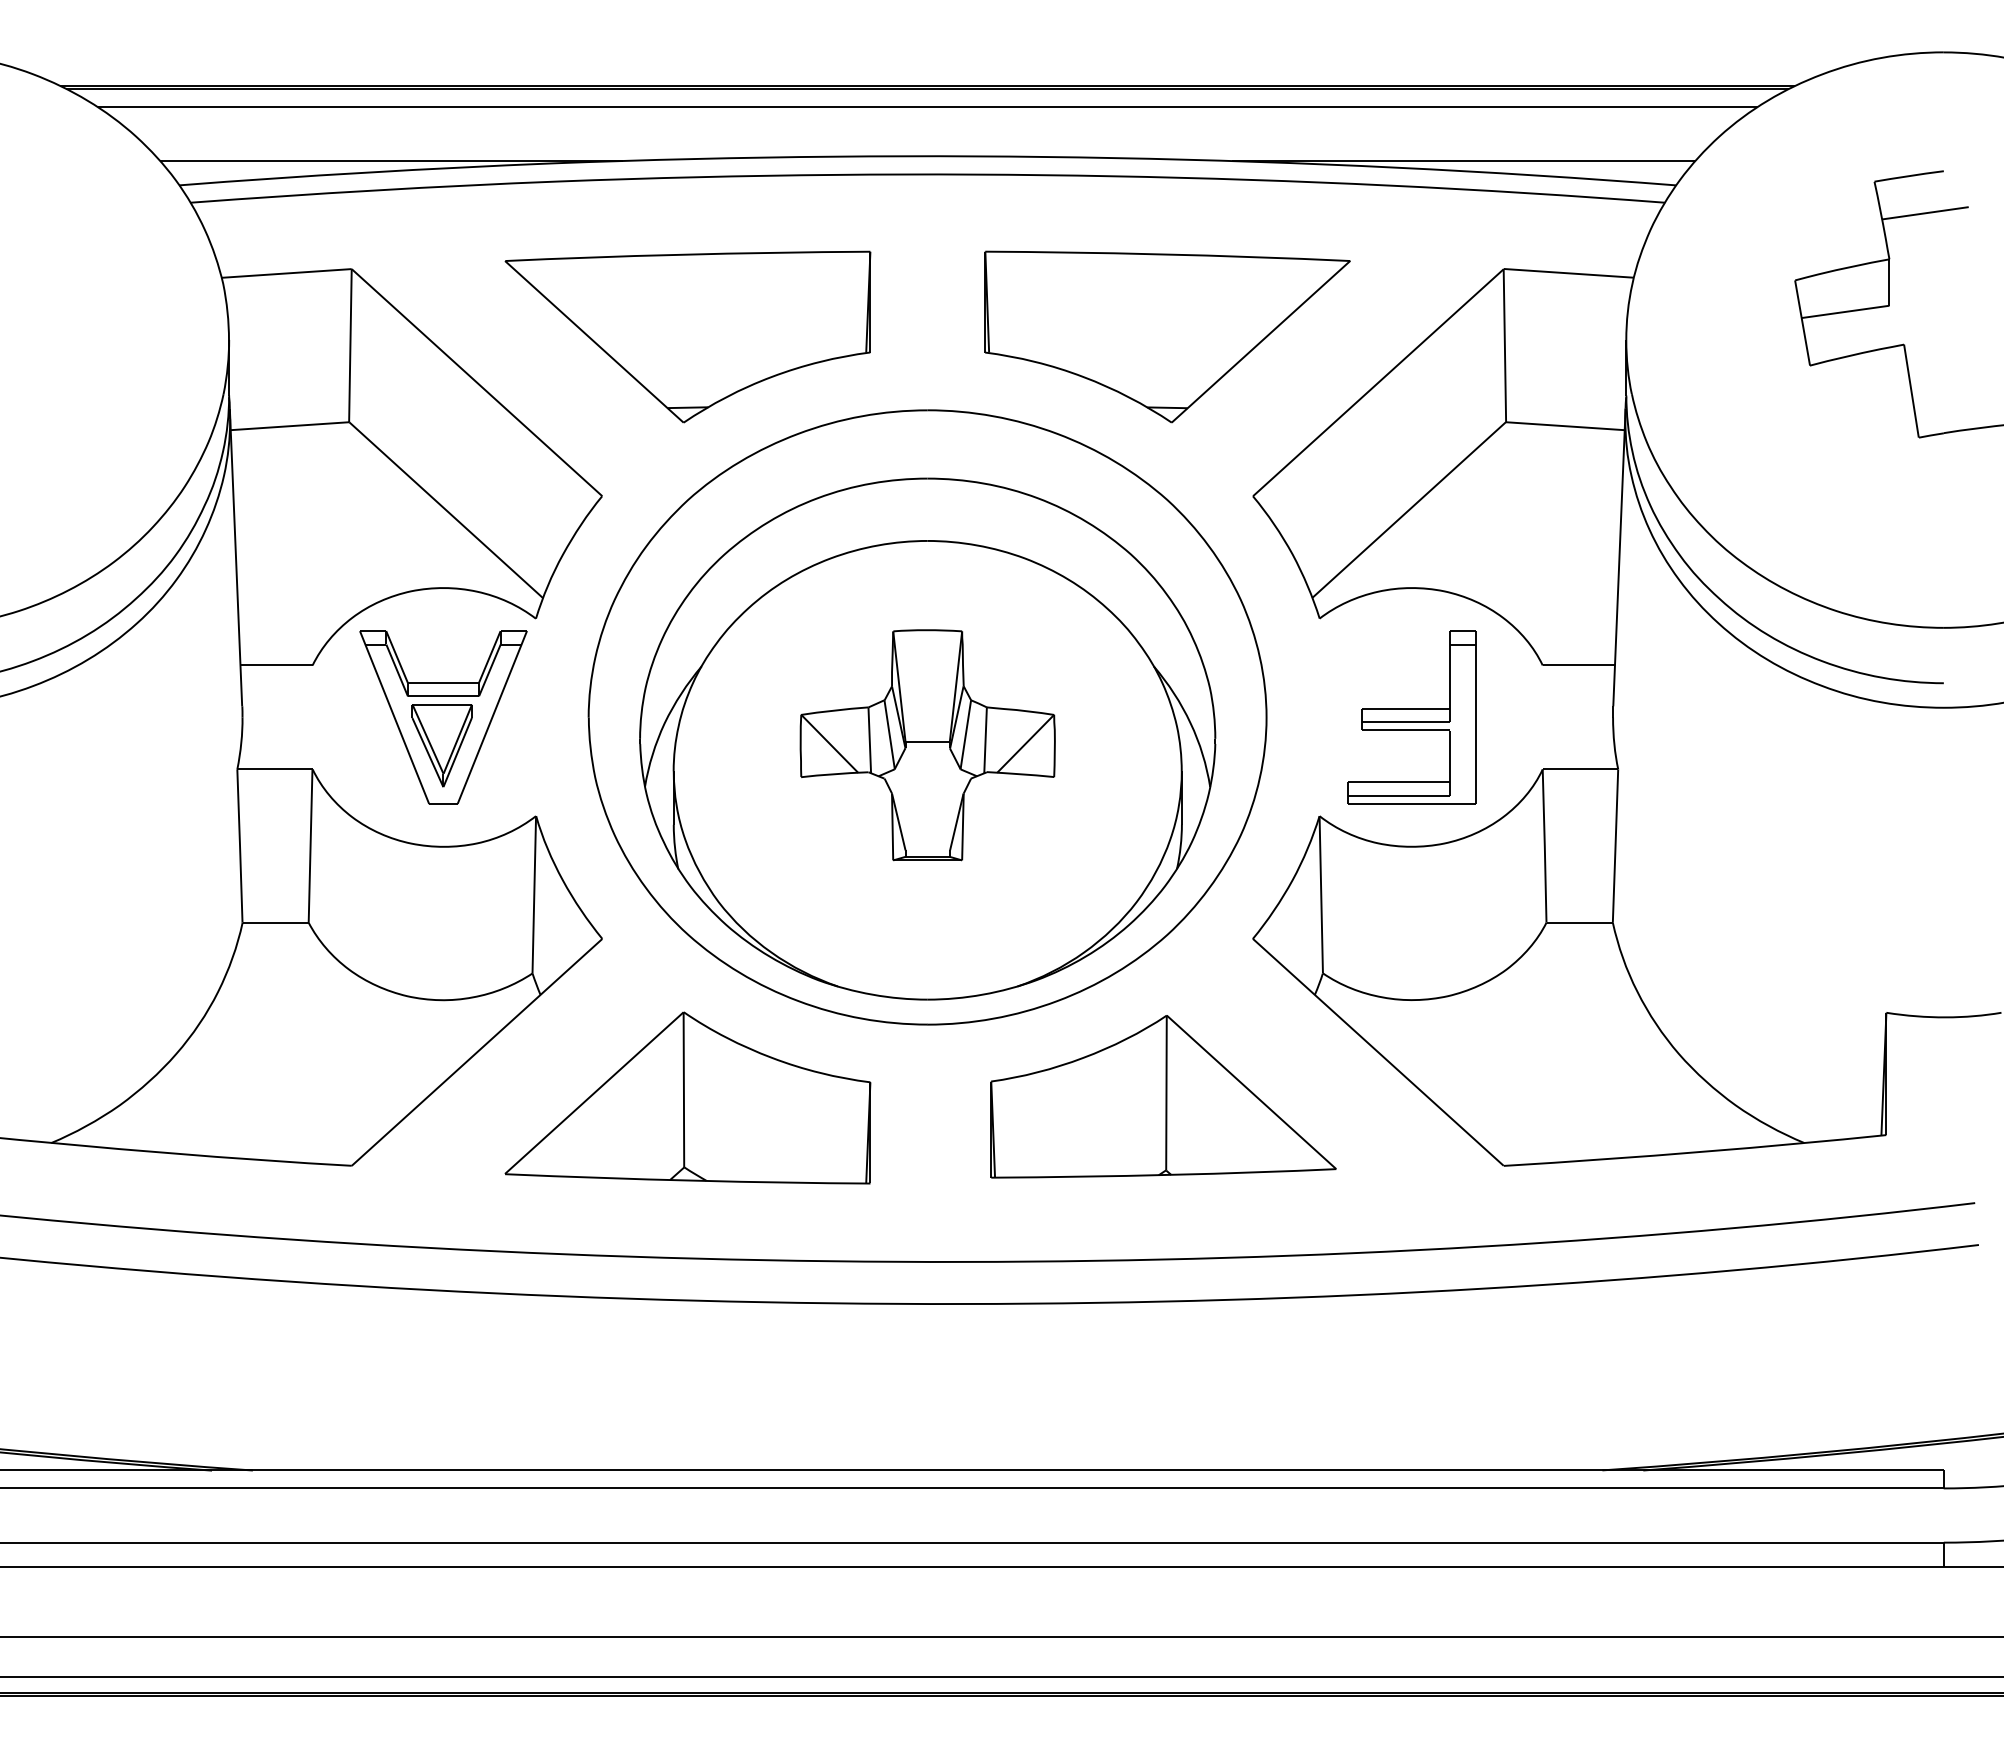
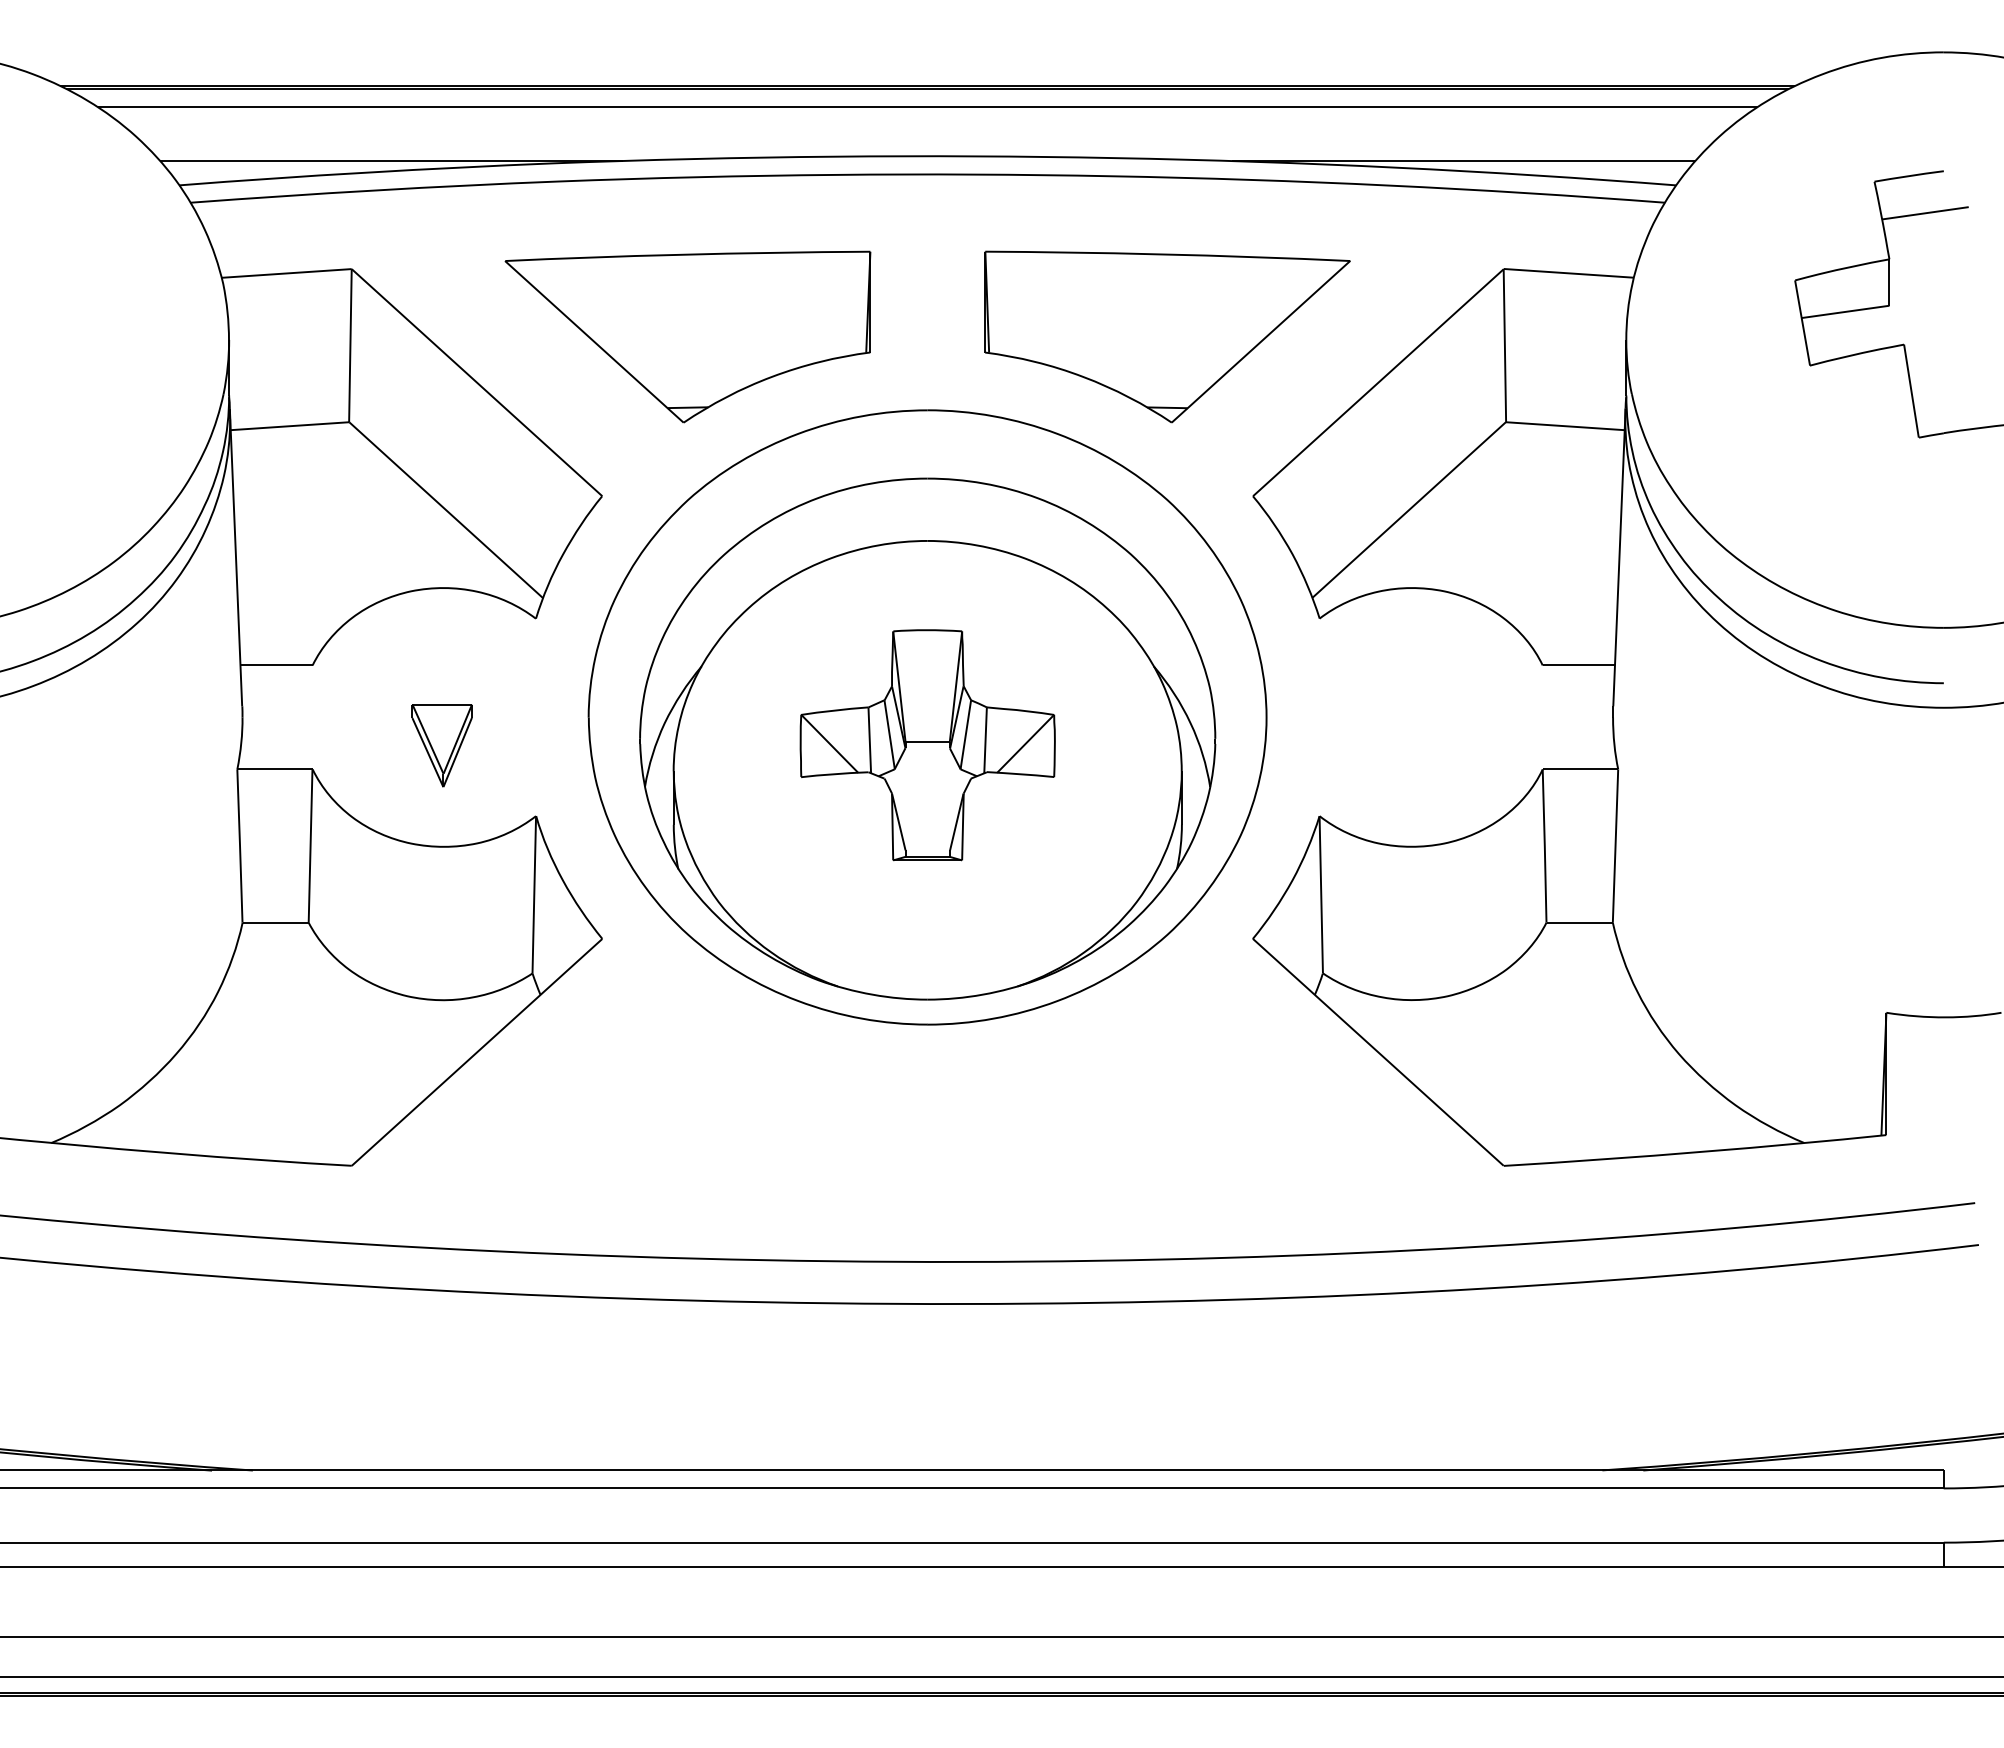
part at (443, 717): present -> none
part at (1411, 717): present -> none
part at (1163, 1096): present -> none
part at (687, 1097): present -> none
